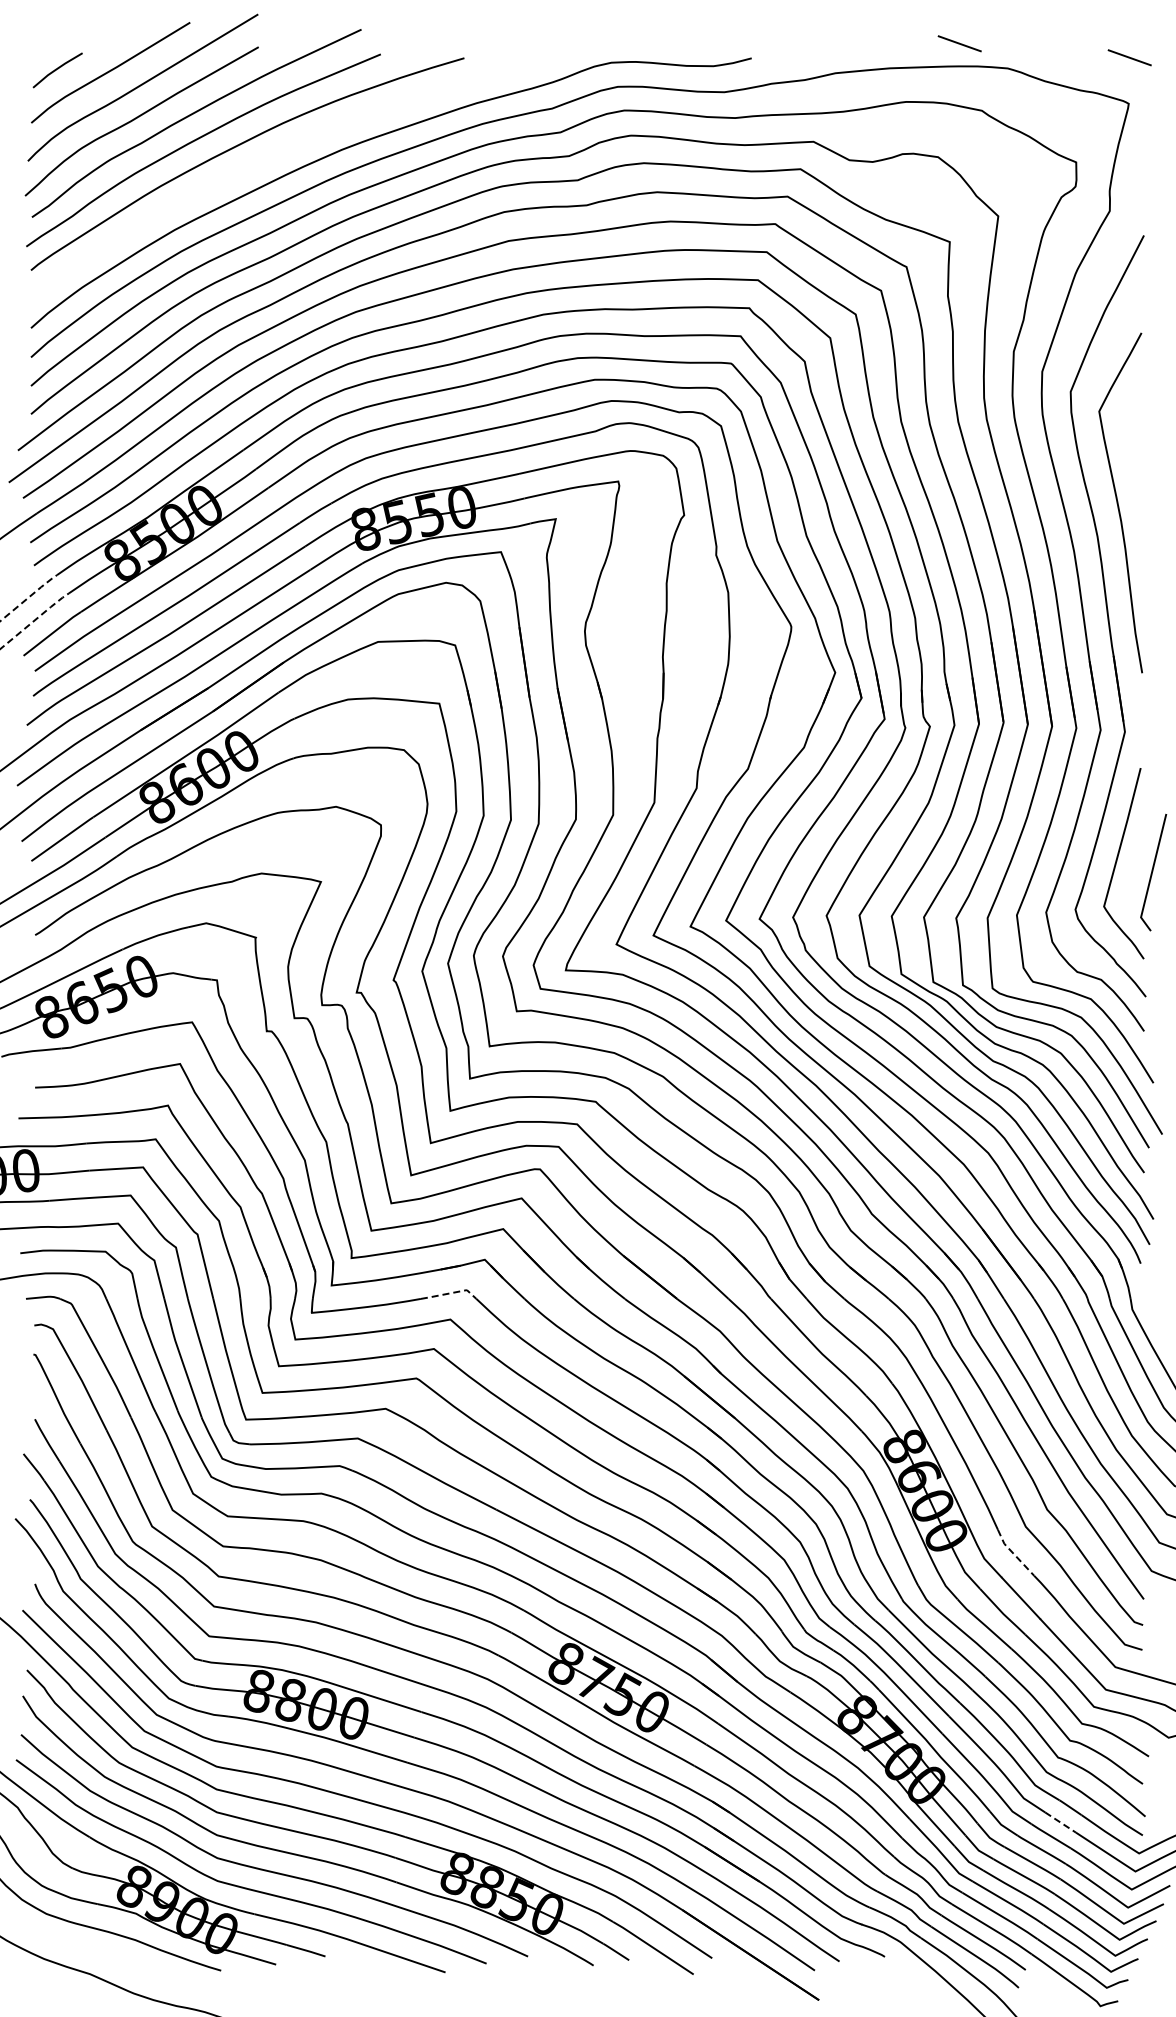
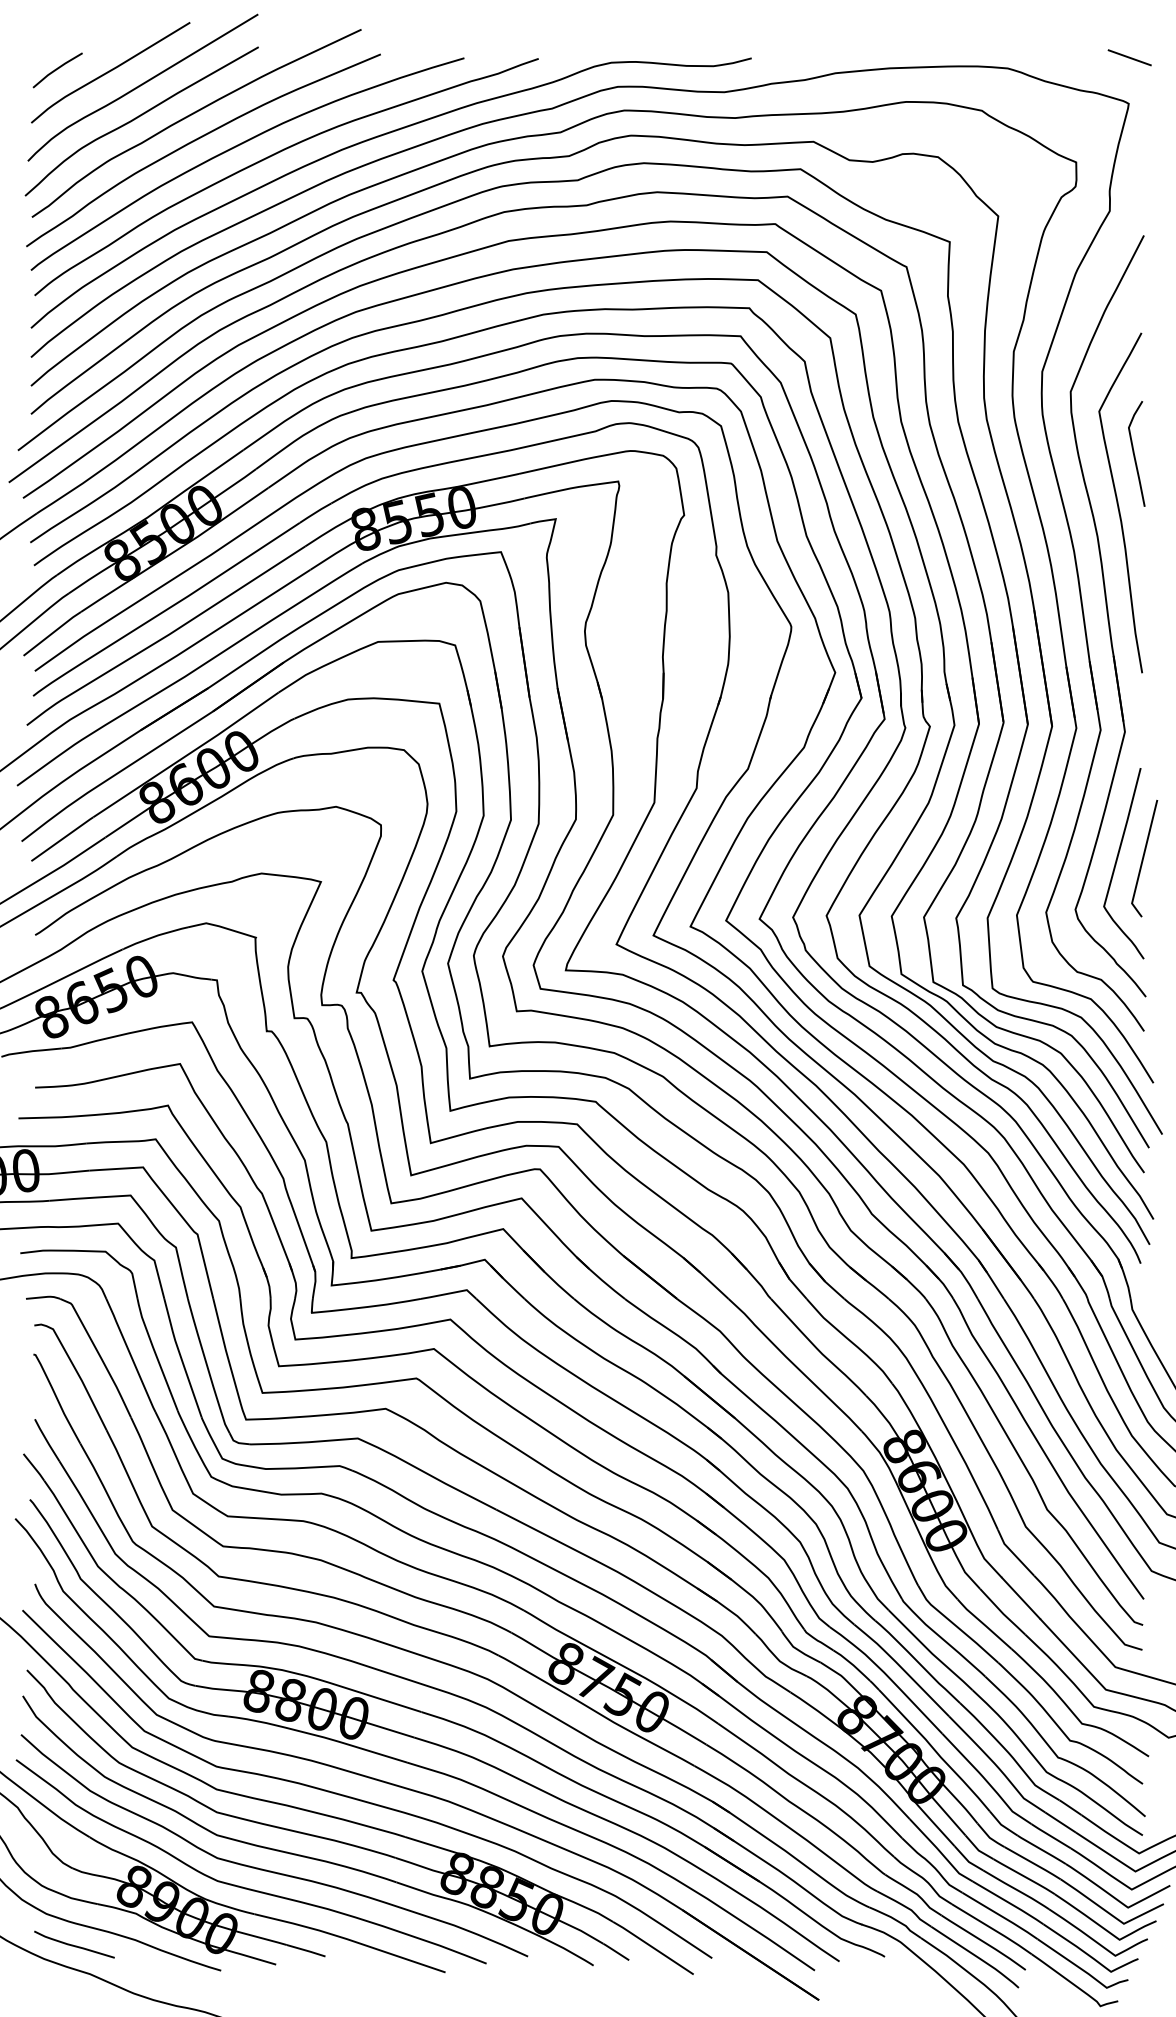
line at (959, 43): present -> none
curve at (274, 155): none -> present
curve at (1134, 453): none -> present
line at (29, 596): dashed -> solid
line at (35, 619): dashed -> solid
line at (1153, 871) position: (1153, 871) -> (1144, 857)
line at (450, 1293): dashed -> solid
line at (1013, 1554): dashed -> solid
line at (1060, 1822): dashed -> solid
curve at (73, 1944): none -> present
